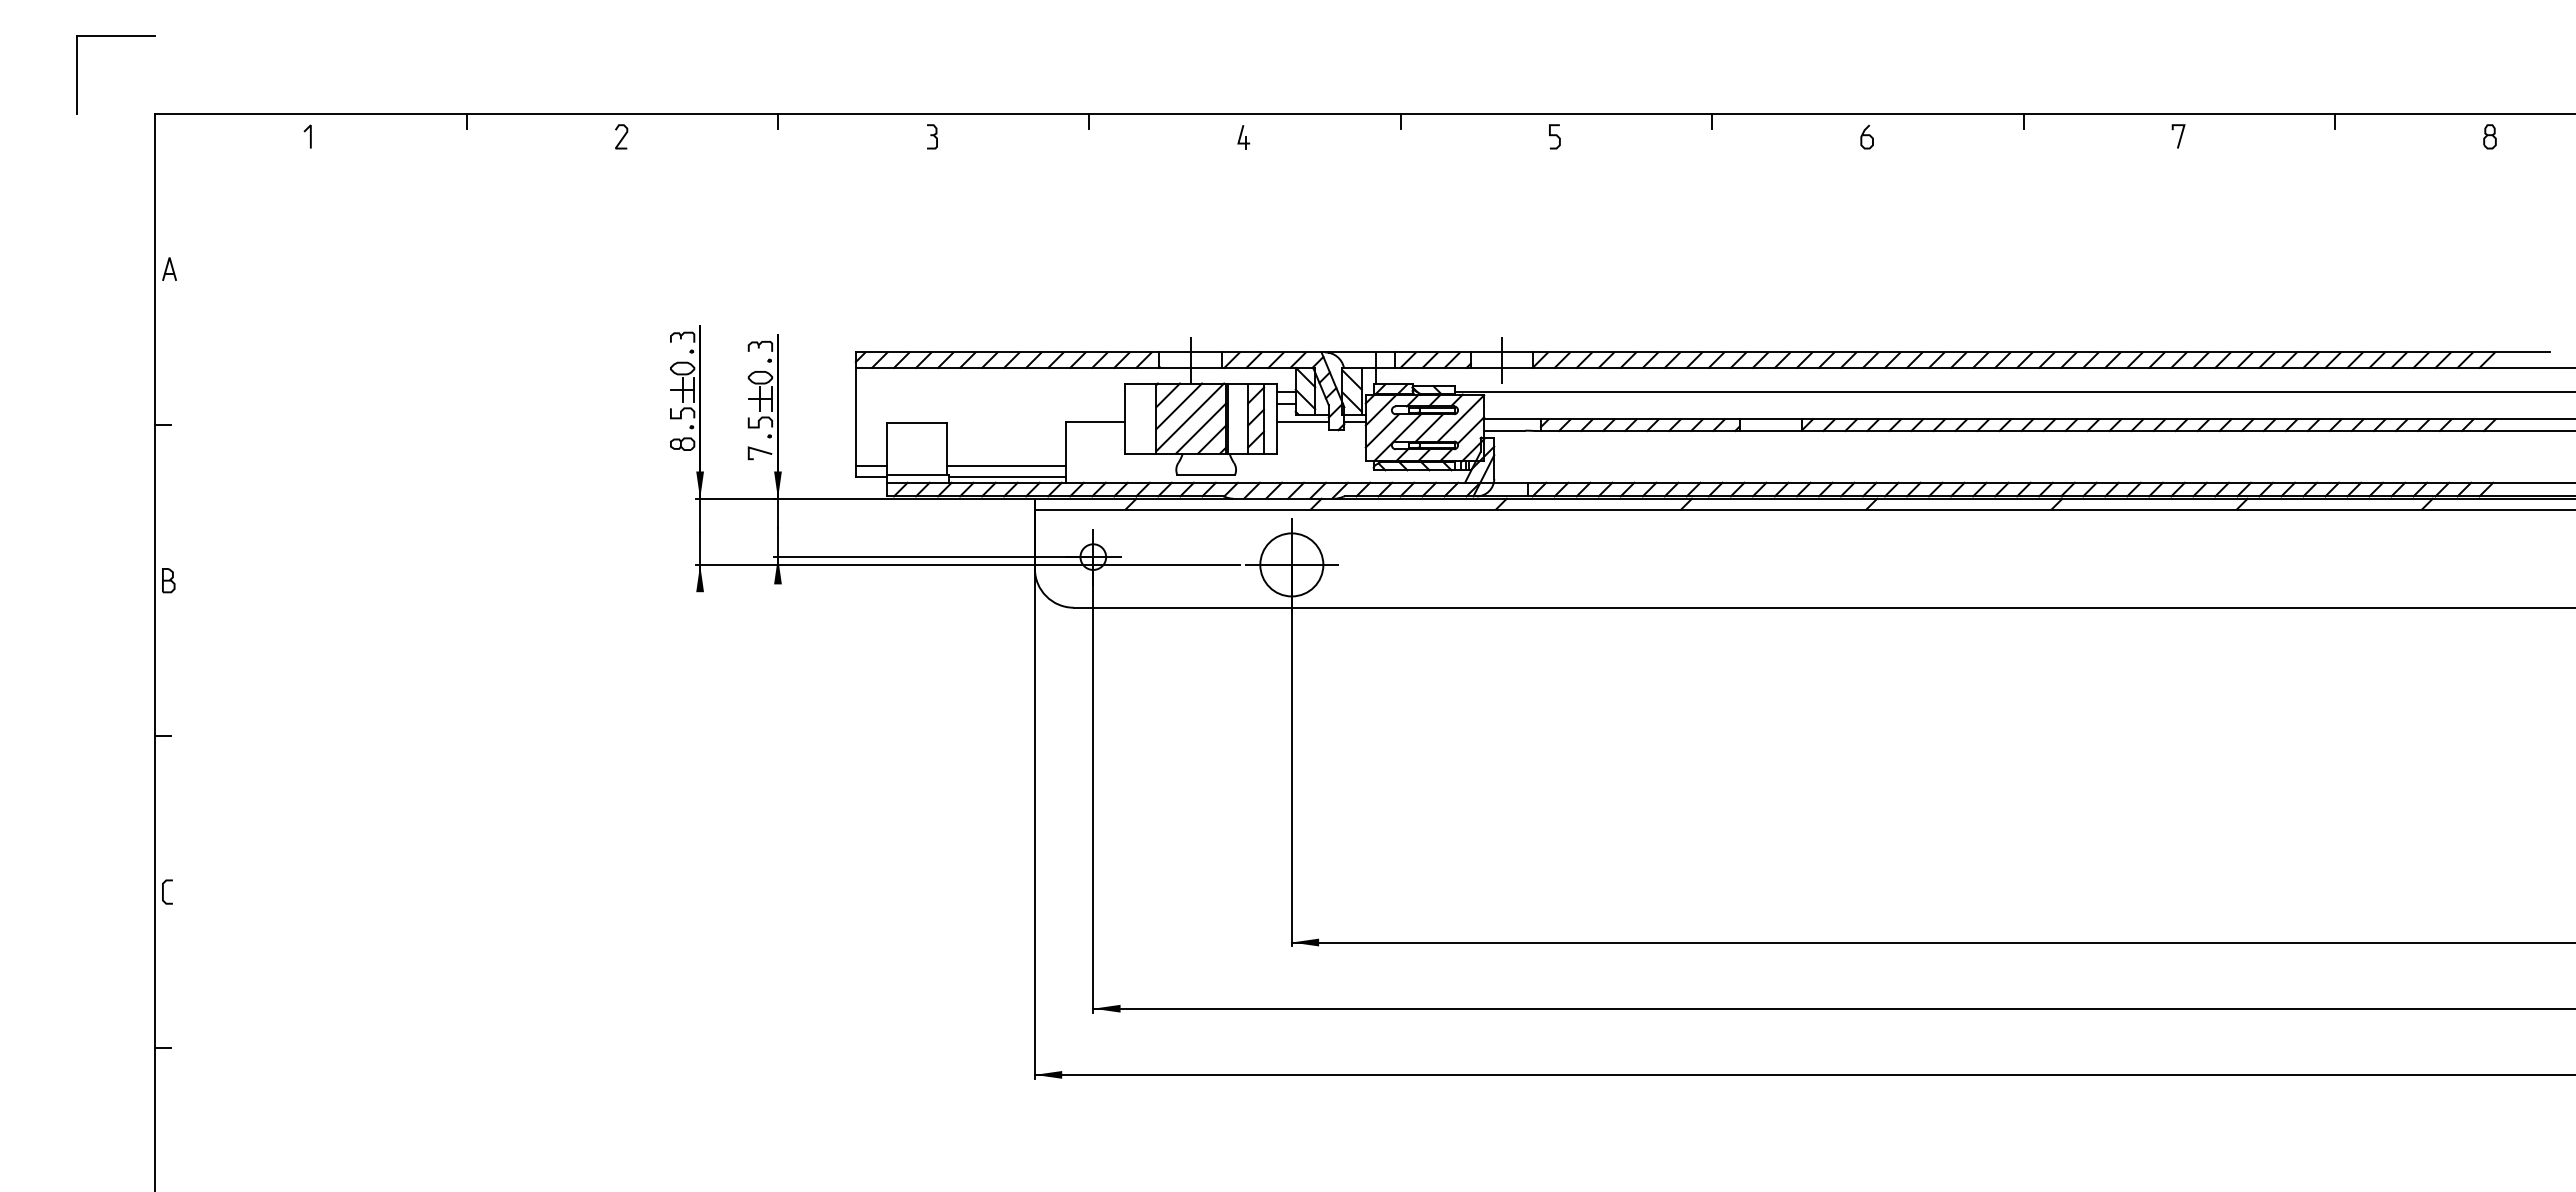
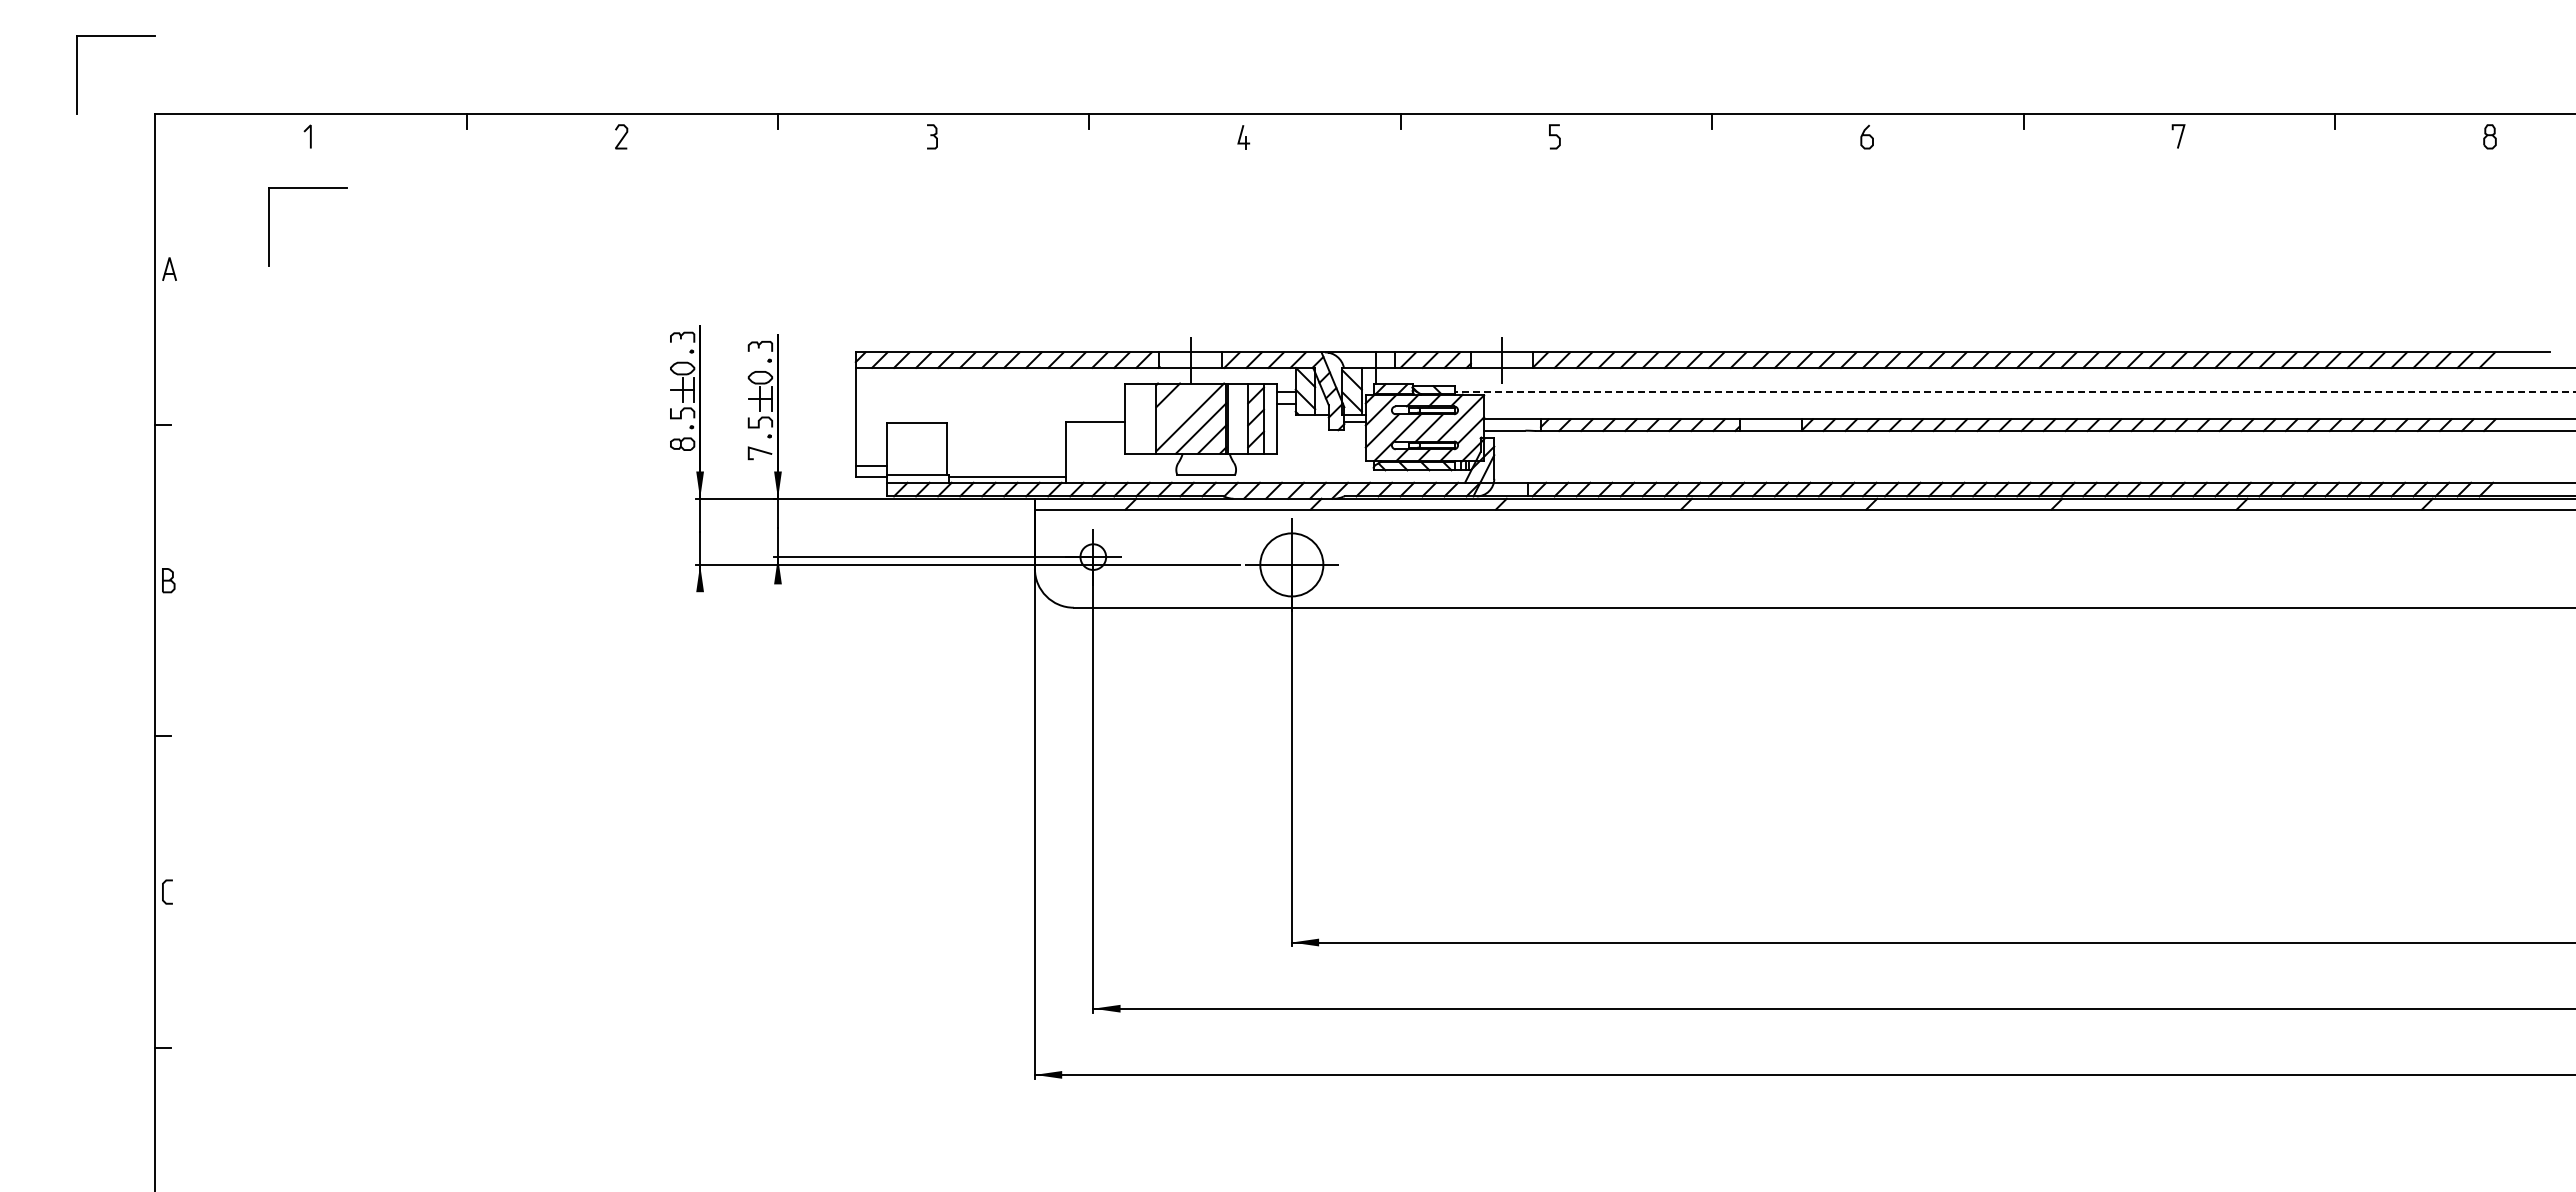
part at (307, 188): none -> present
line at (2014, 392): solid -> dashed
line at (1179, 406): present -> none
line at (1302, 421): present -> none
line at (1006, 466): present -> none
